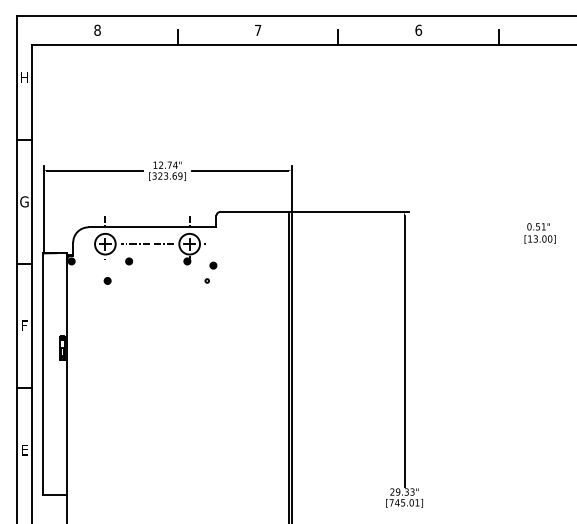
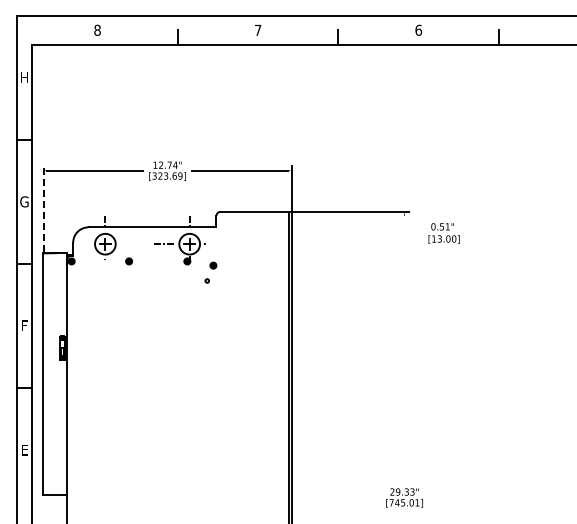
line at (43, 208): solid -> dashed
text at (539, 233) position: (539, 233) -> (443, 233)
line at (135, 244): present -> none
part at (107, 280): present -> none
line at (404, 350): present -> none
